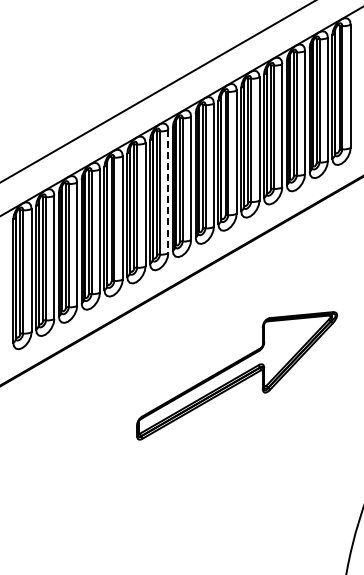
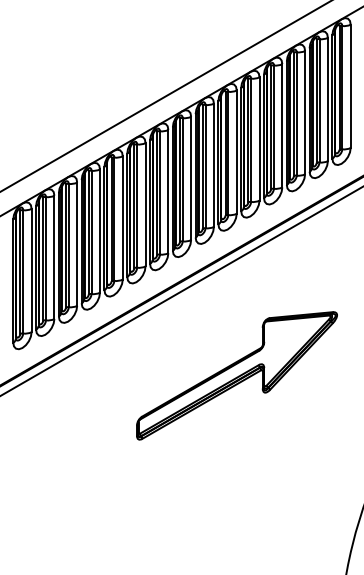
line at (157, 91) position: (157, 91) -> (165, 96)
line at (168, 191): dashed -> solid
line at (181, 291): none -> present
